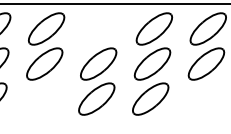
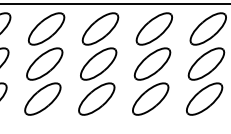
part at (100, 28): none -> present
part at (42, 98): none -> present
part at (204, 98): none -> present
